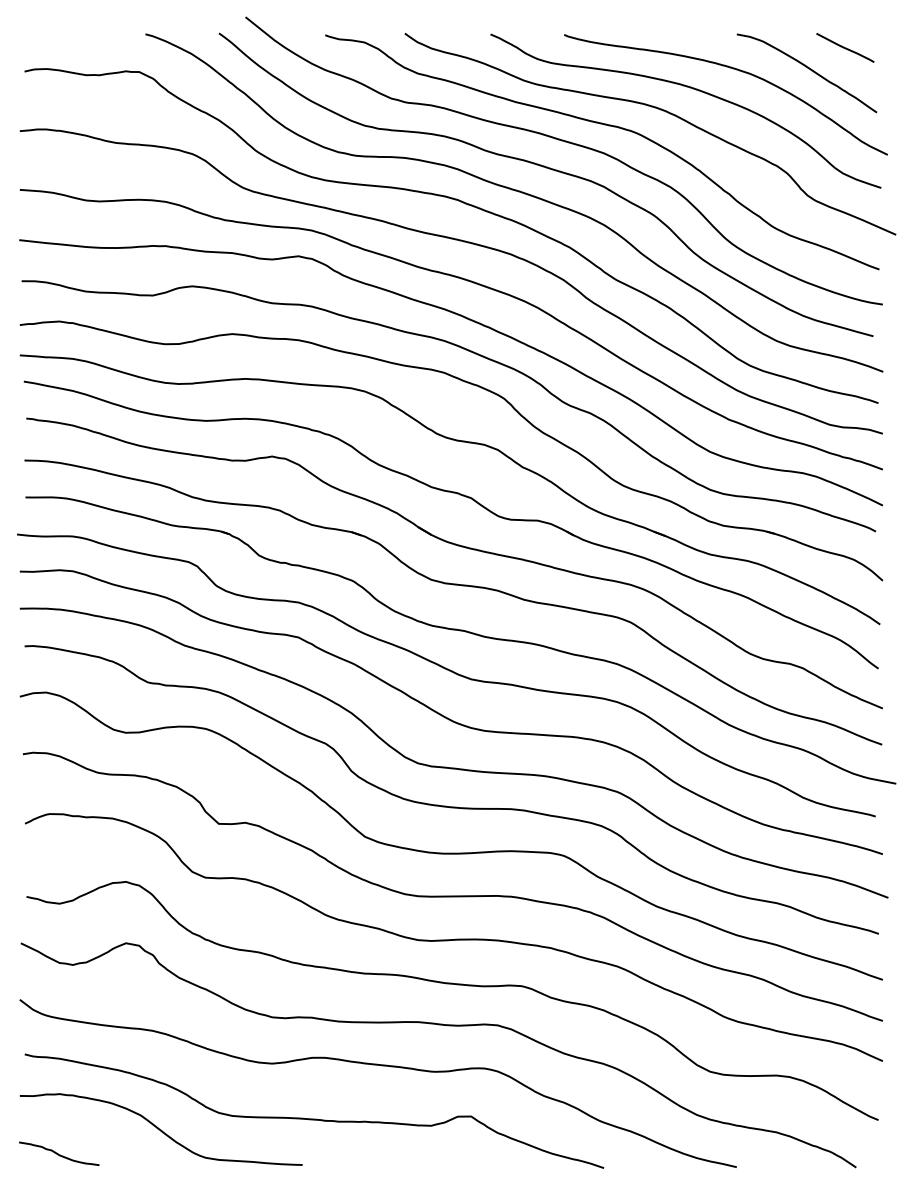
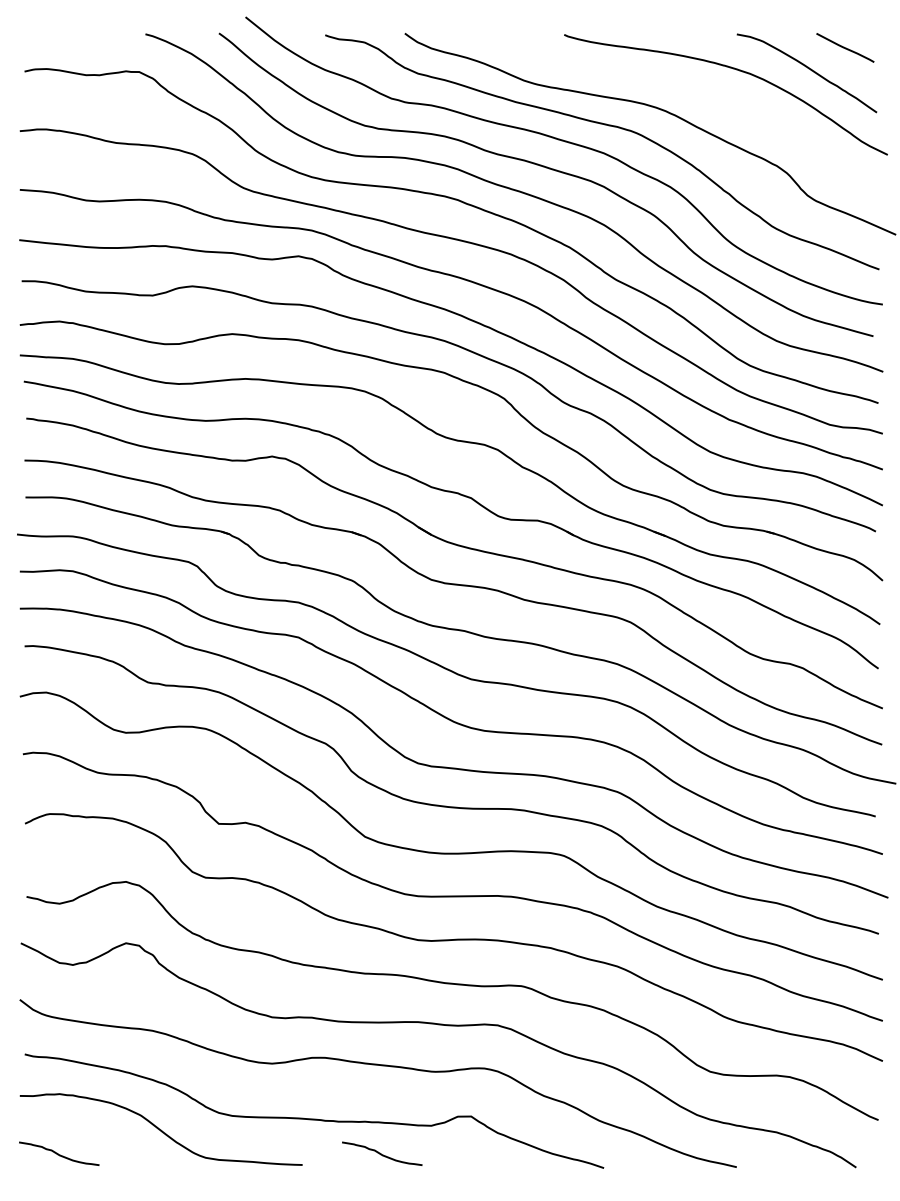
curve at (695, 90): present -> none
curve at (381, 1153): none -> present
